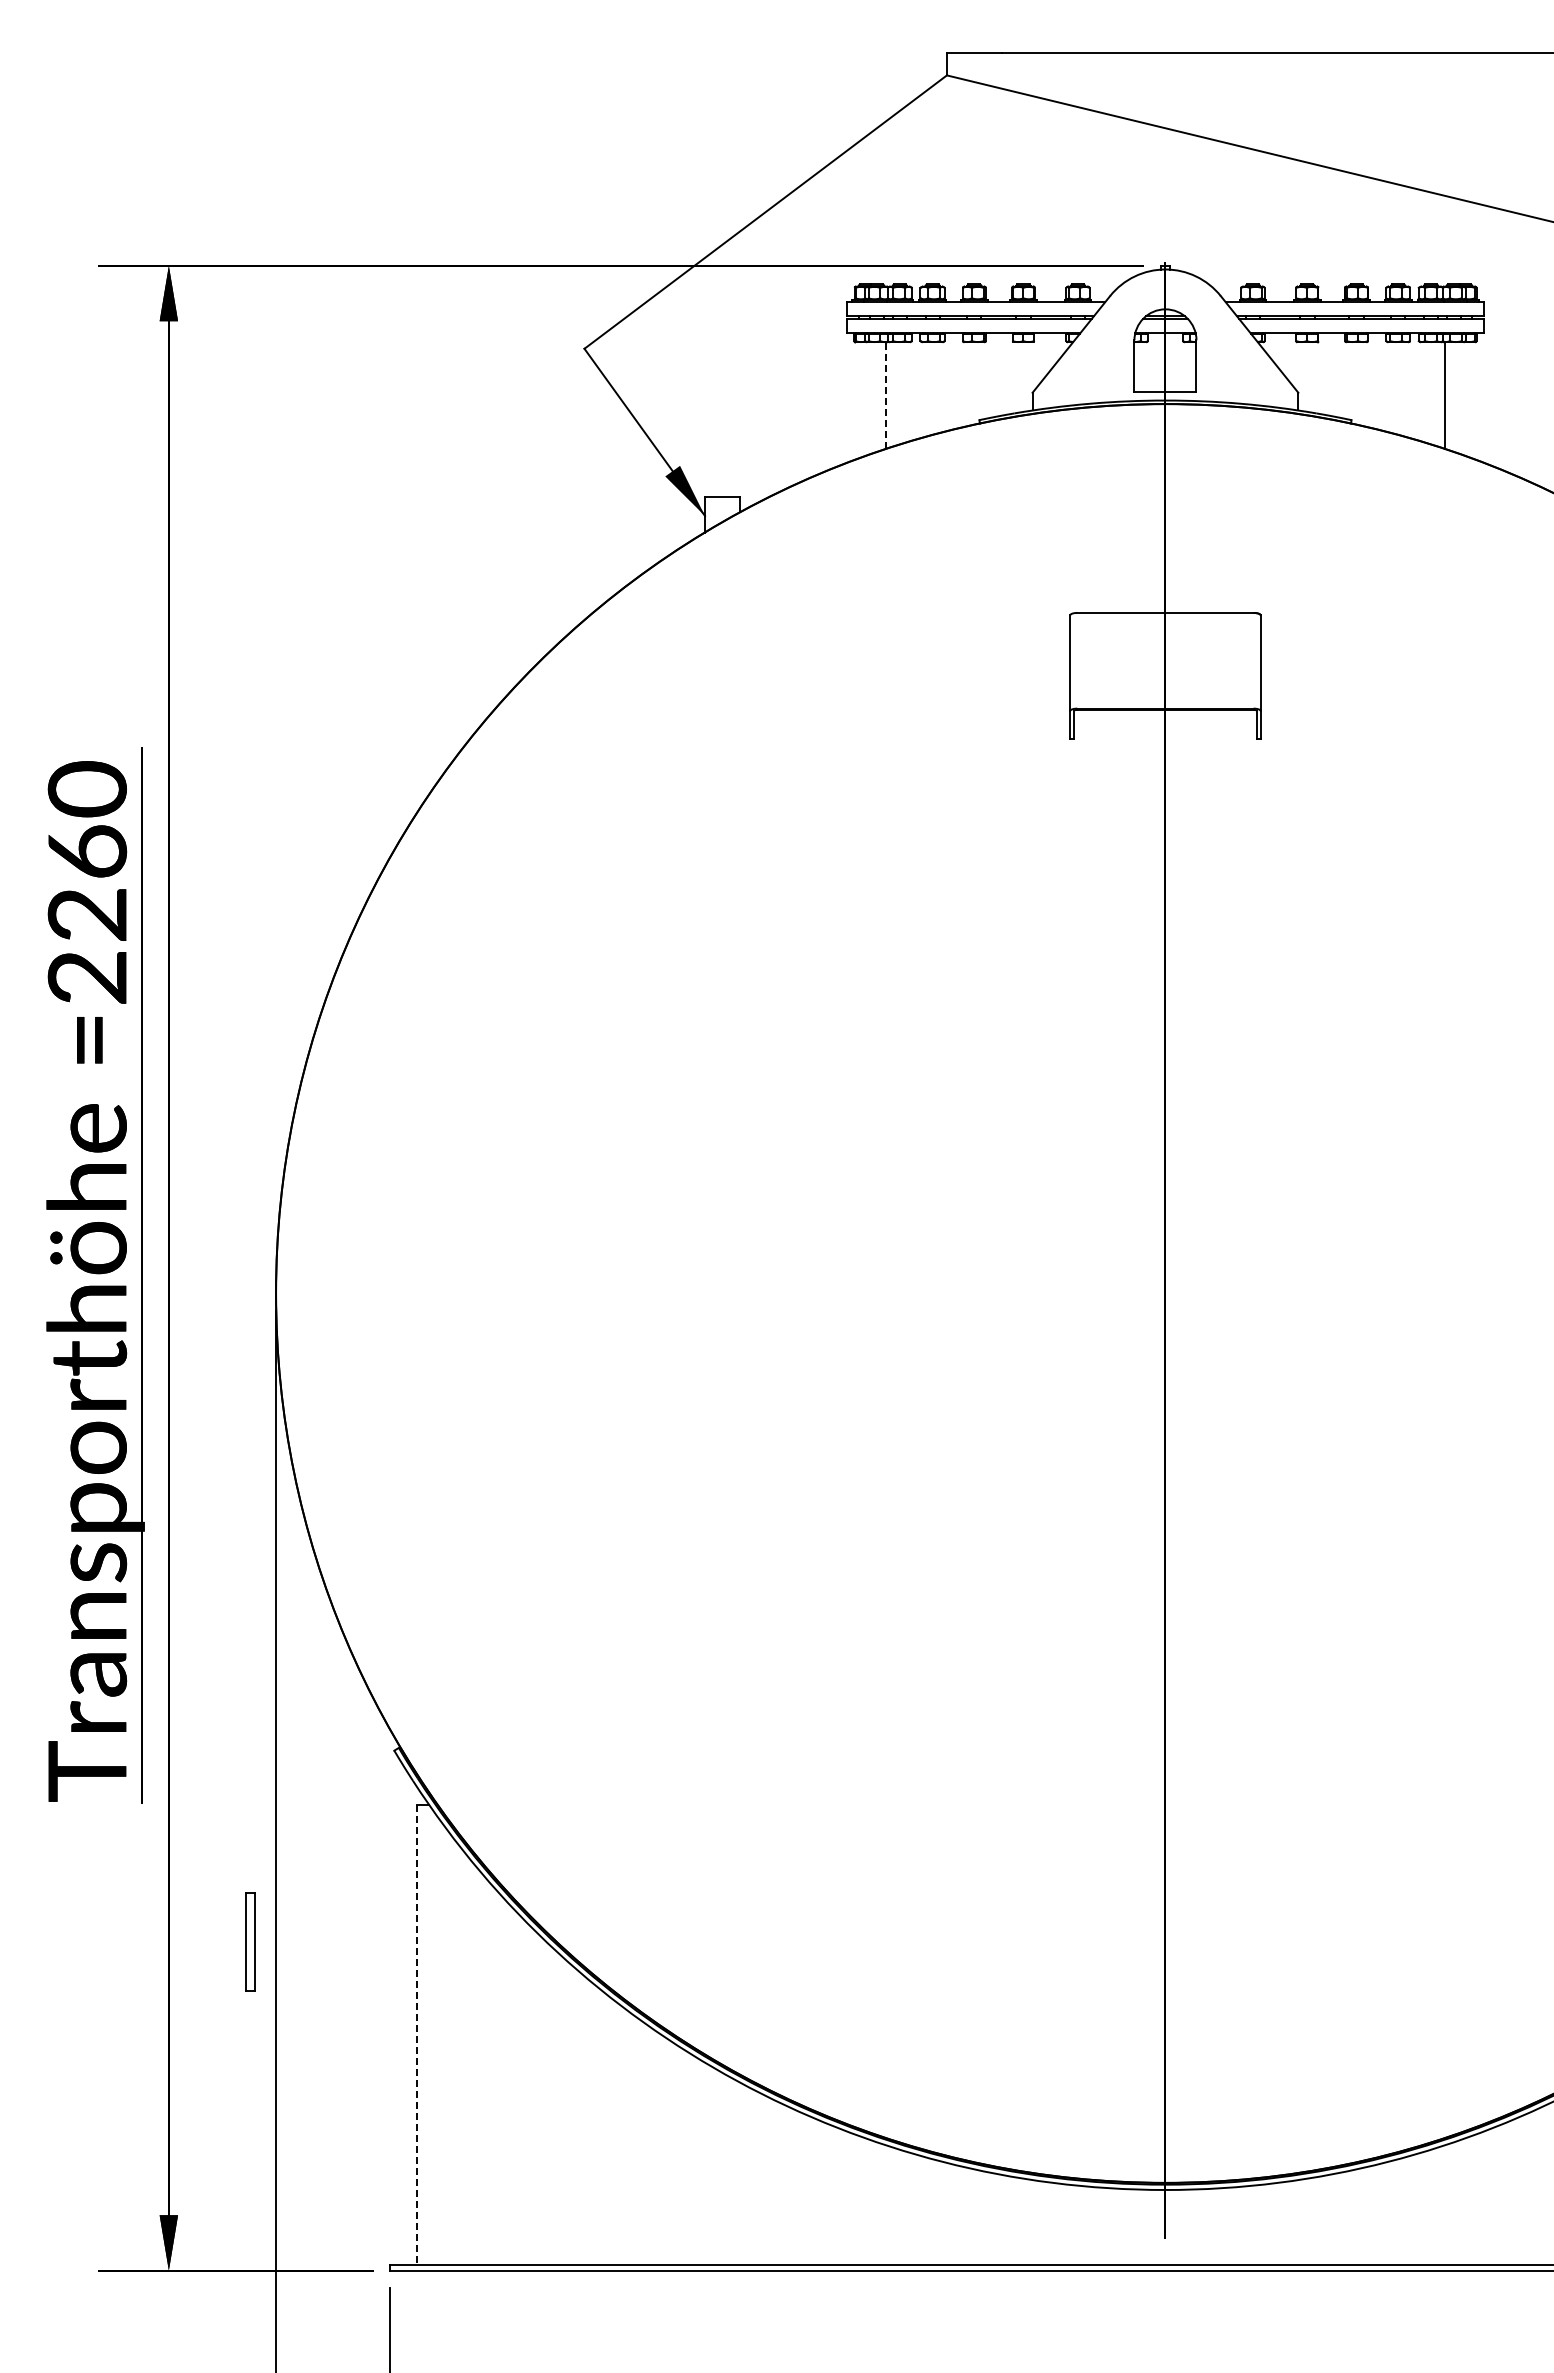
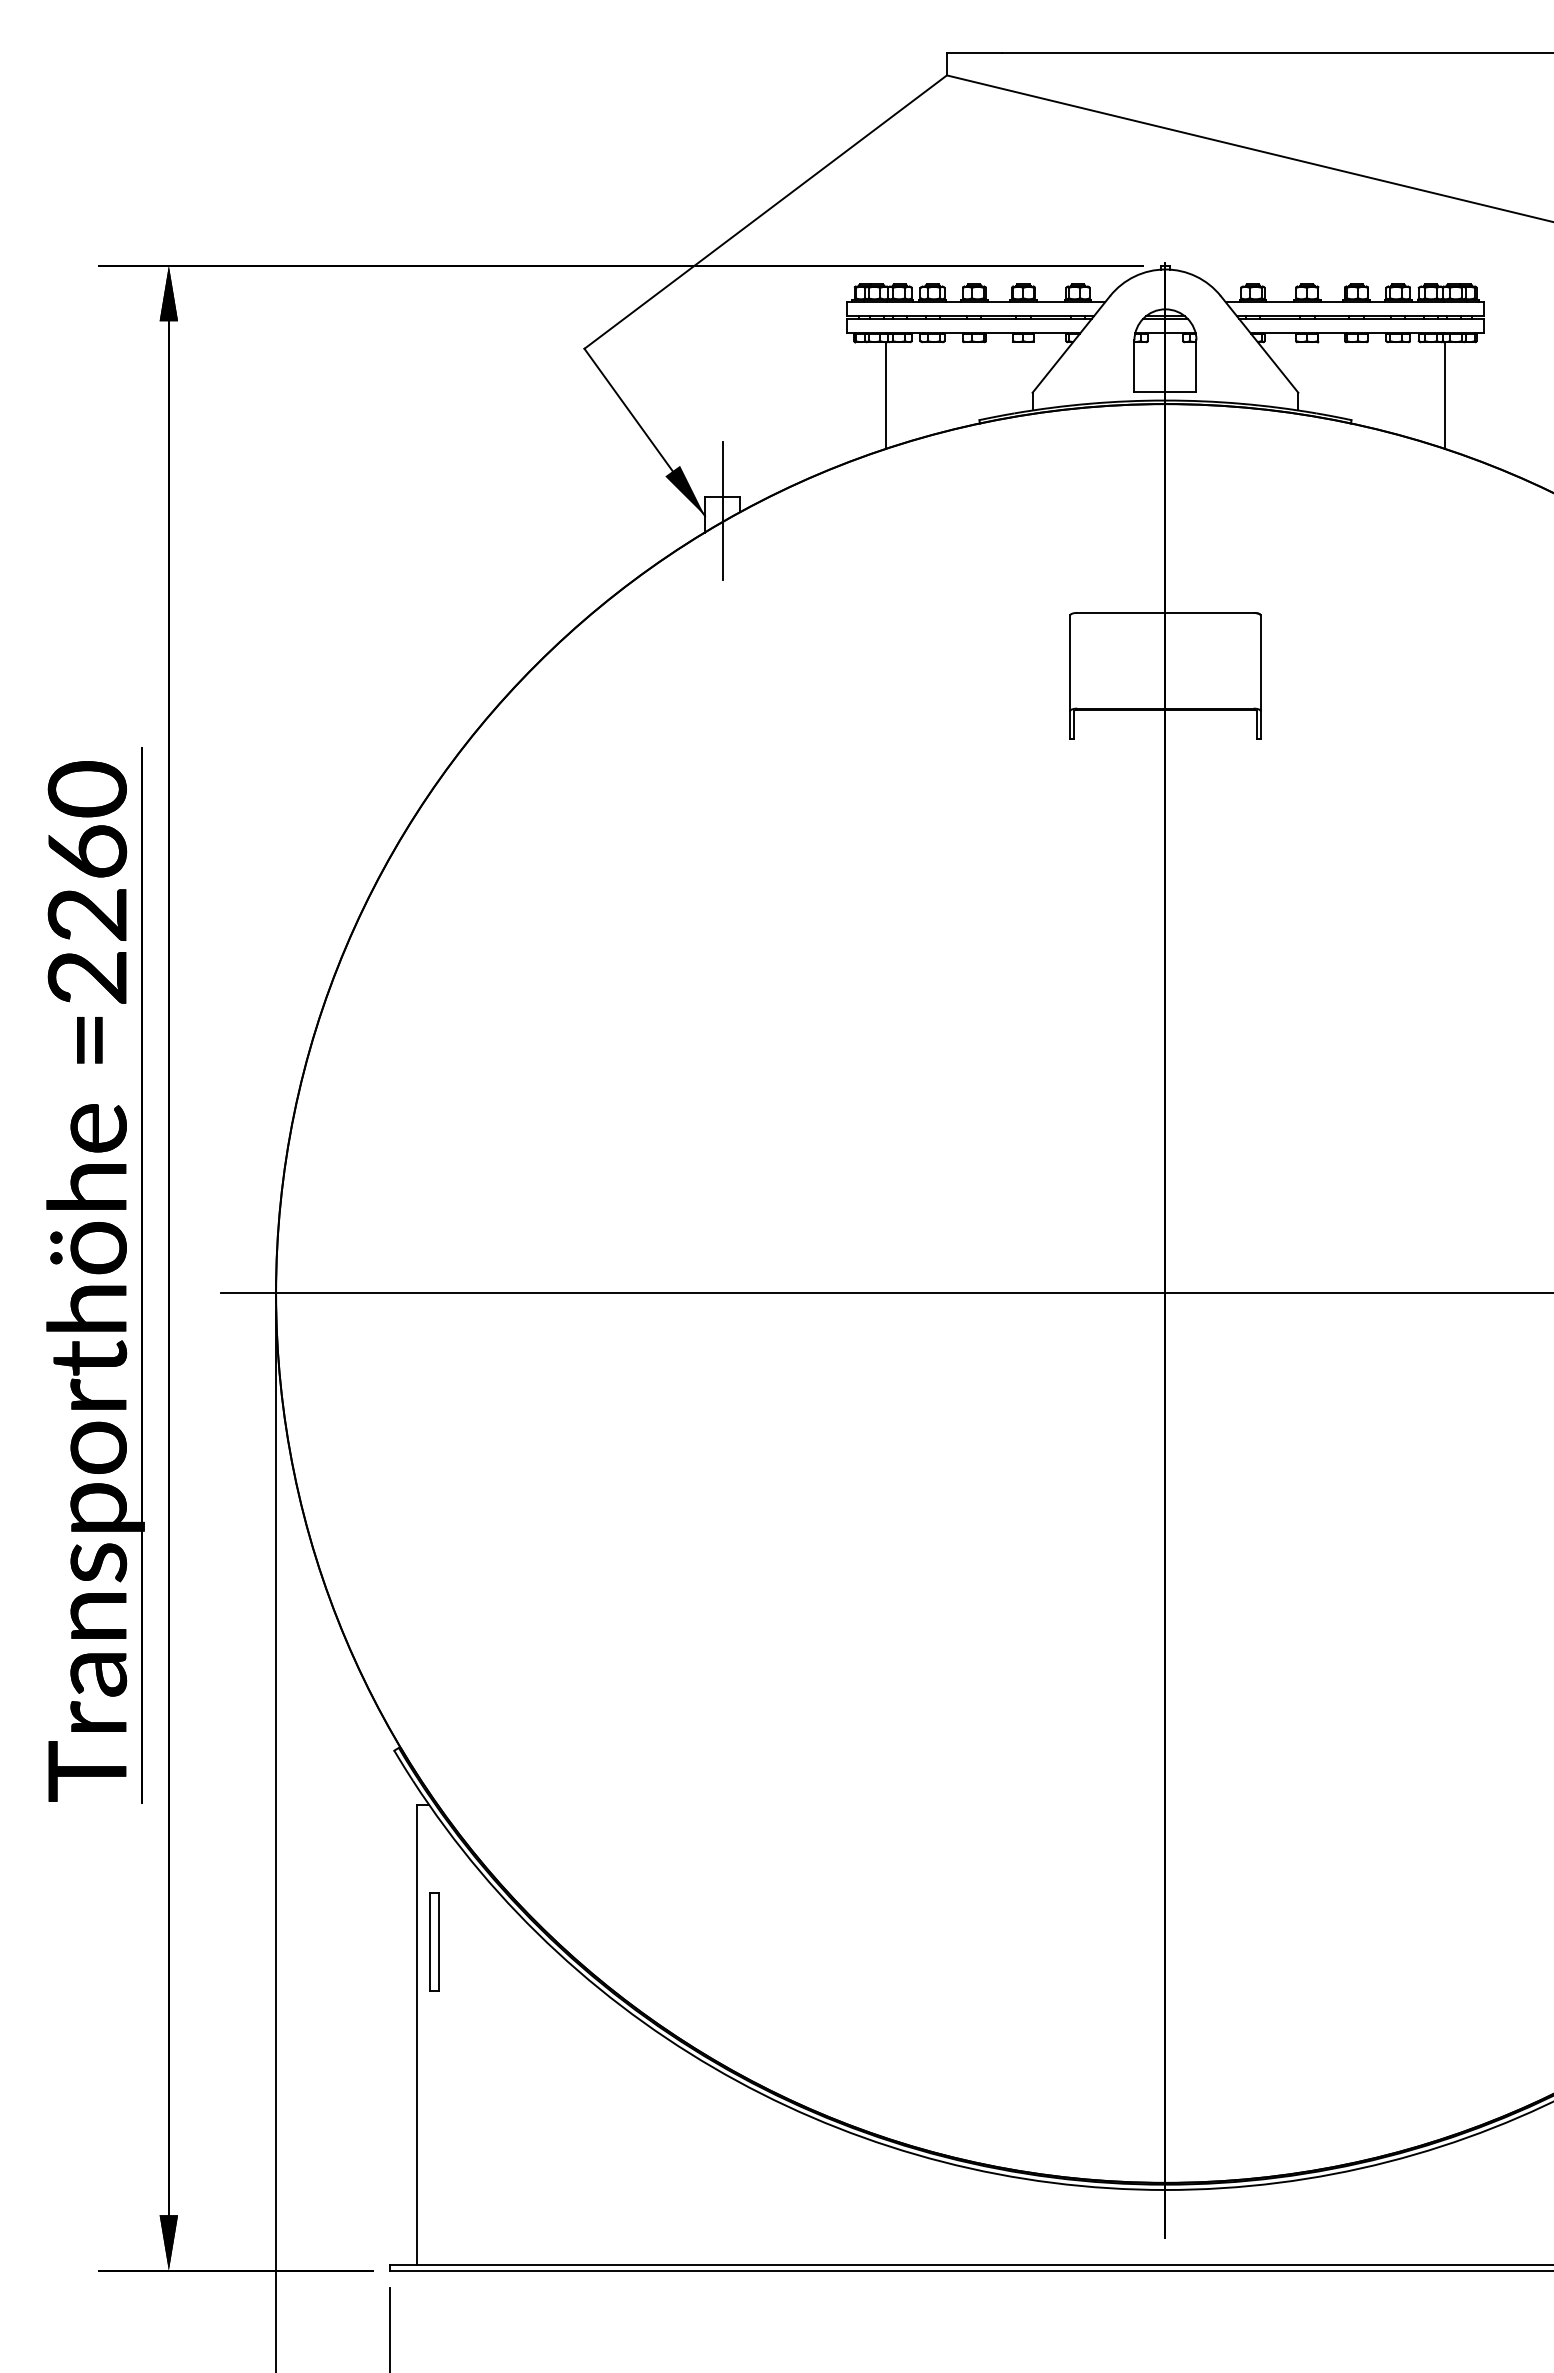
line at (886, 395): dashed -> solid
line at (722, 510): none -> present
line at (885, 1293): none -> present
part at (250, 1941) position: (250, 1941) -> (434, 1941)
line at (416, 2035): dashed -> solid
